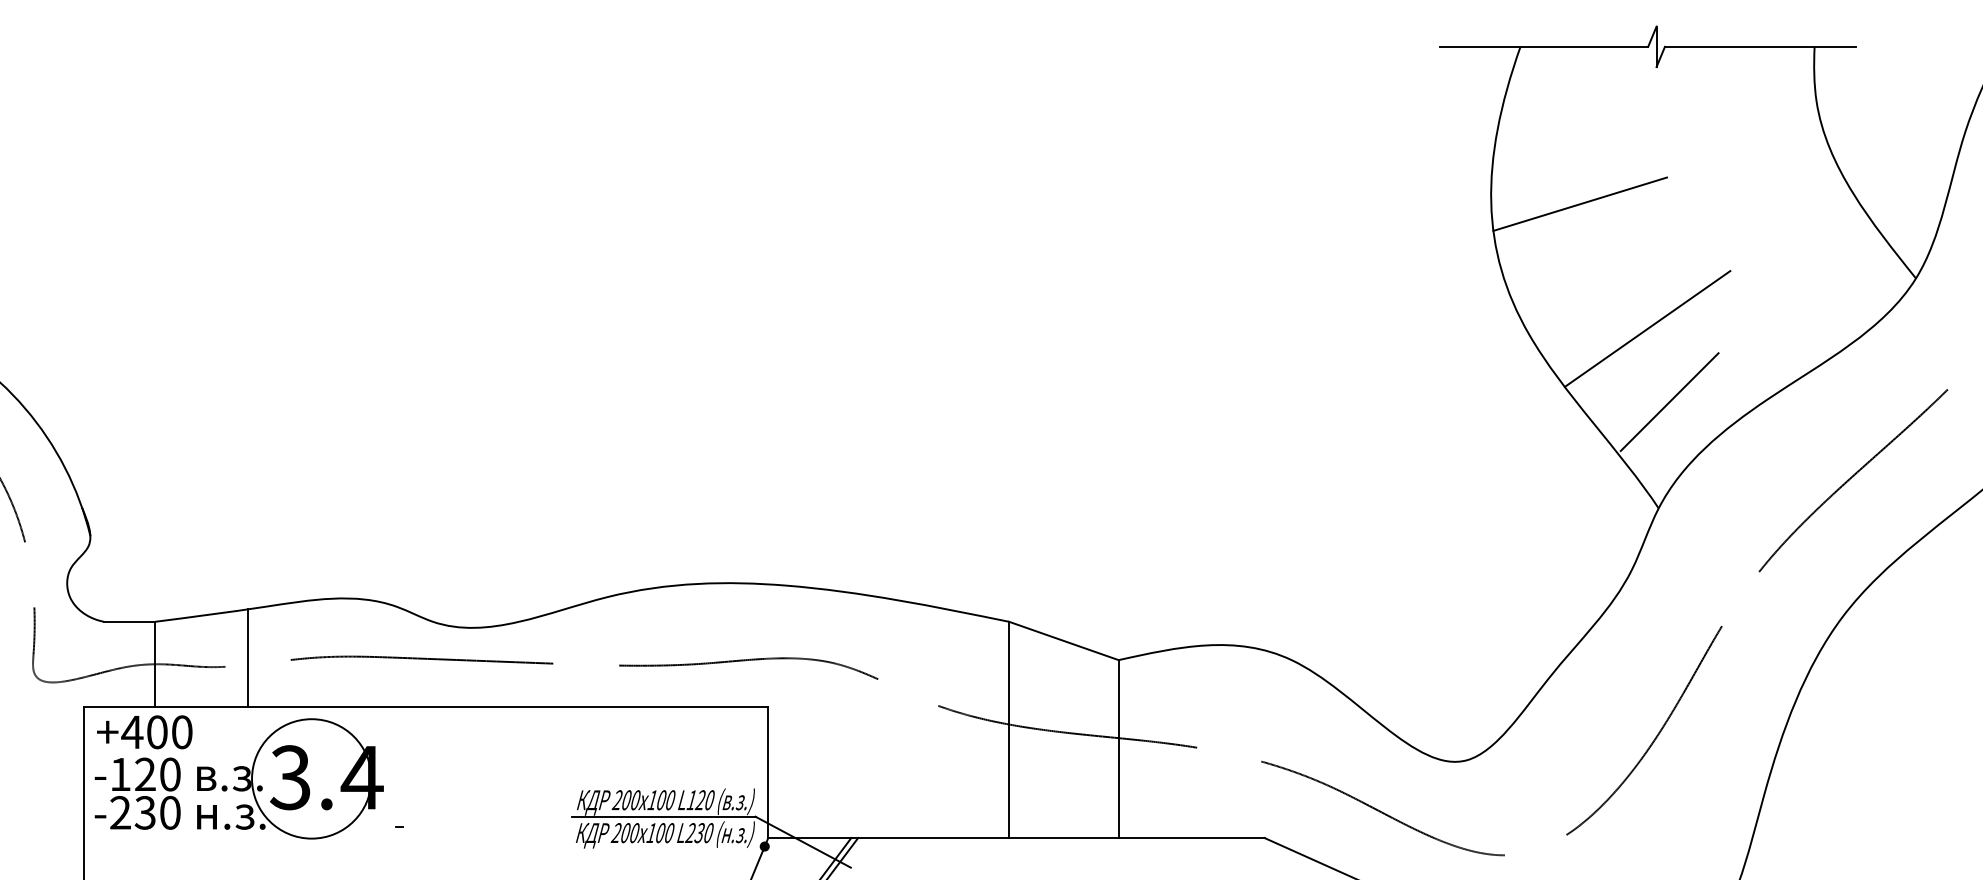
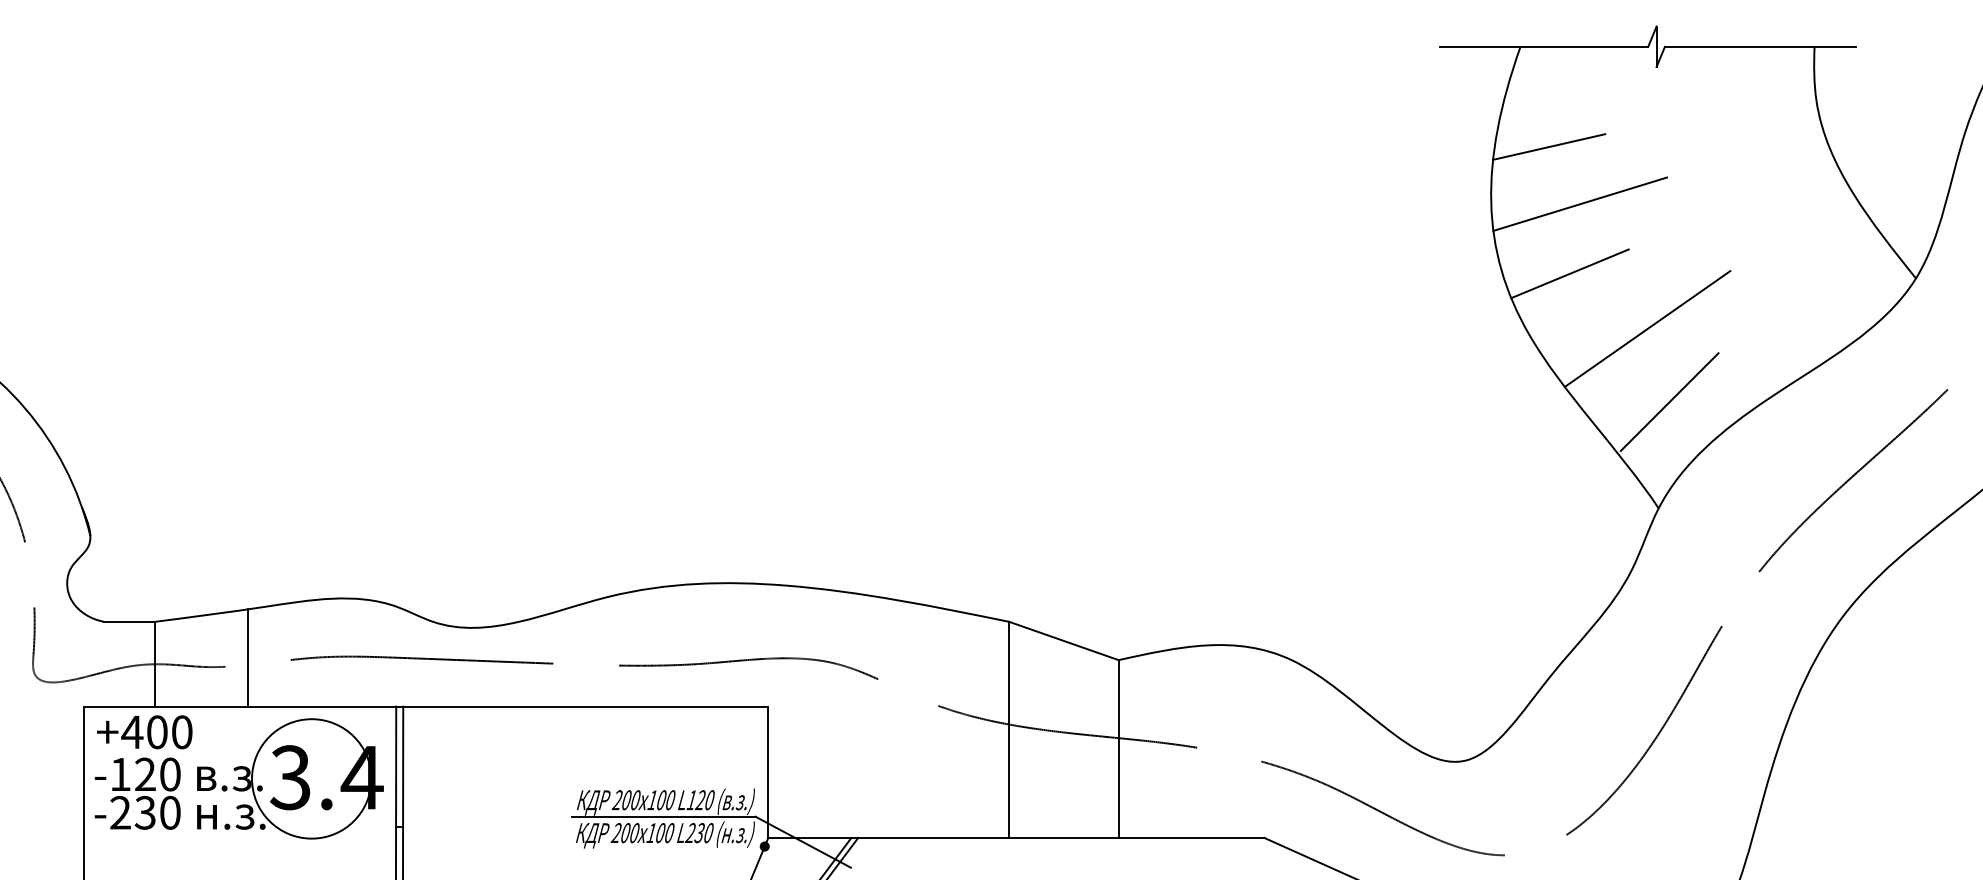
line at (1549, 146): none -> present
line at (1569, 273): none -> present
line at (396, 791): none -> present
line at (403, 791): none -> present
